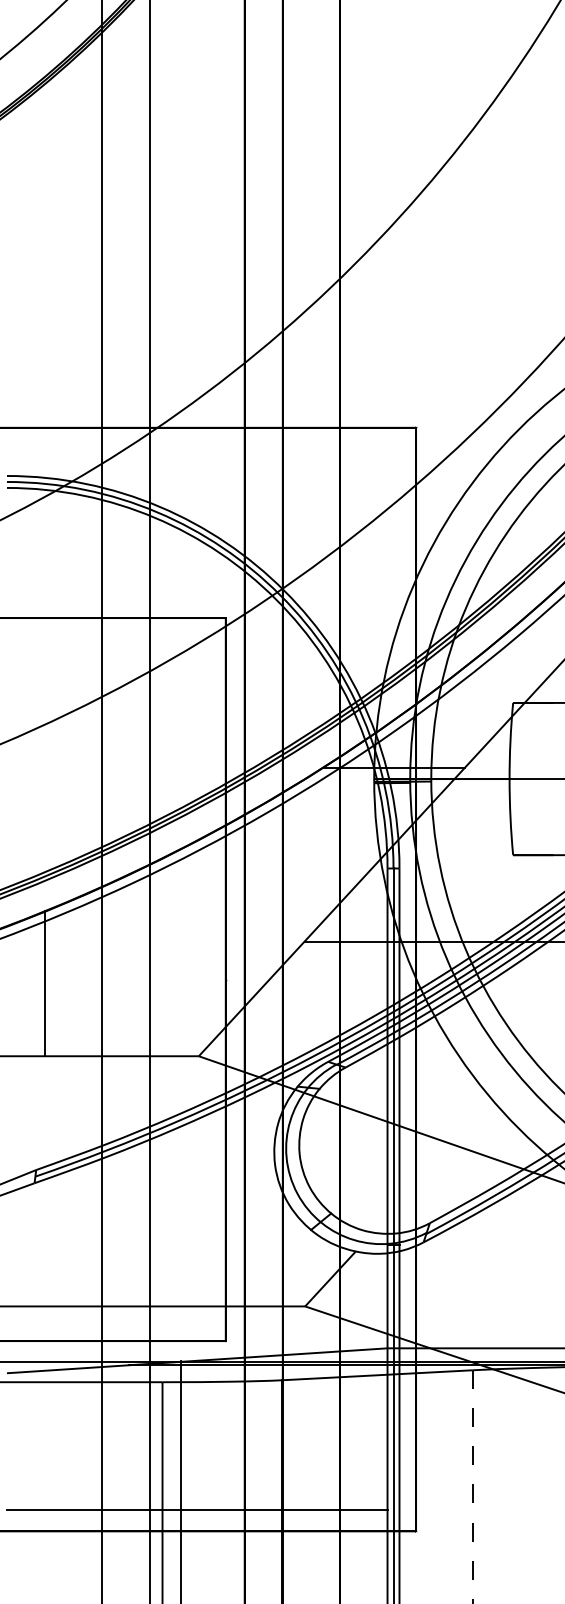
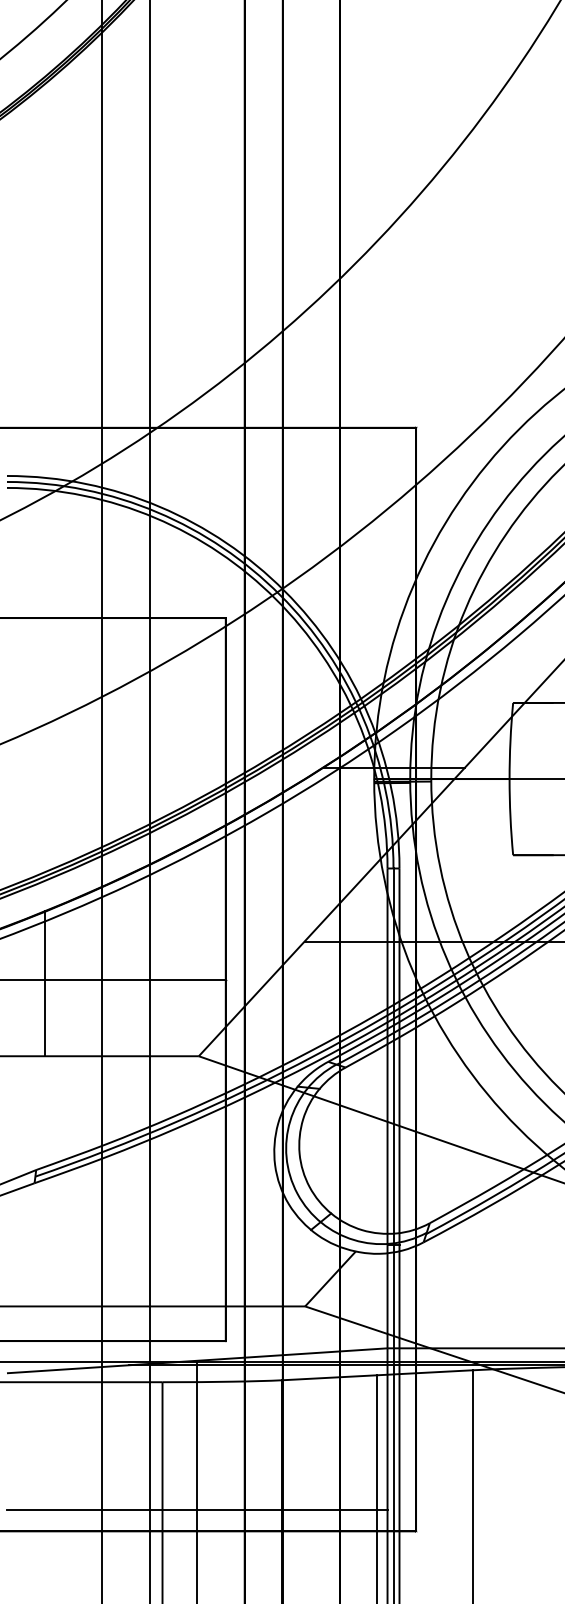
line at (113, 979): none -> present
line at (181, 1480) position: (181, 1480) -> (197, 1480)
line at (377, 1487): none -> present
line at (472, 1487): dashed -> solid
